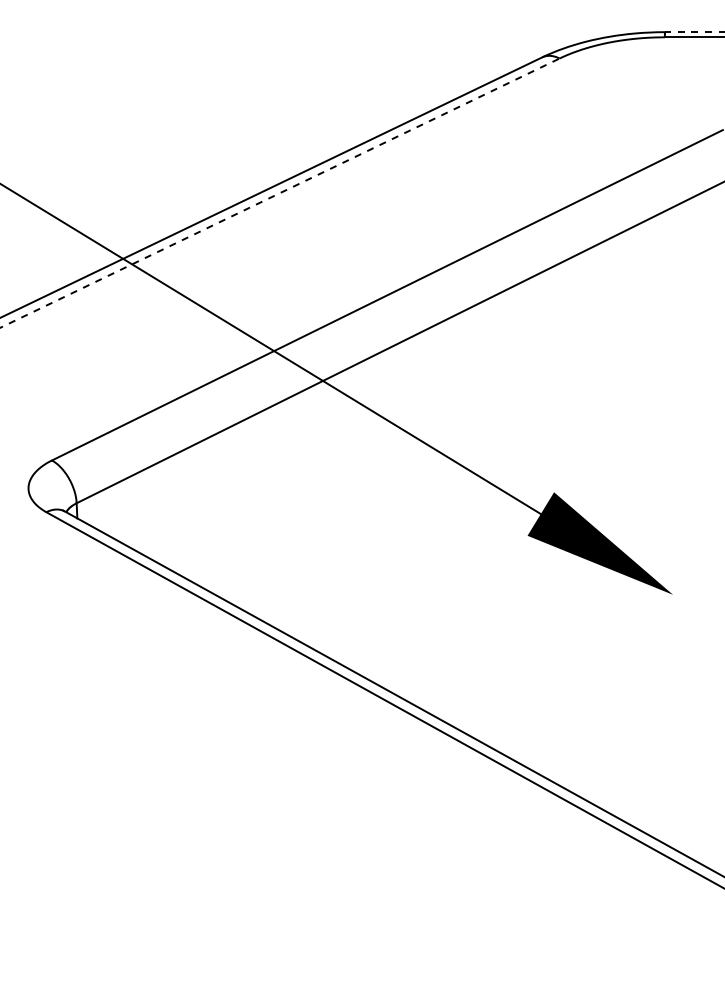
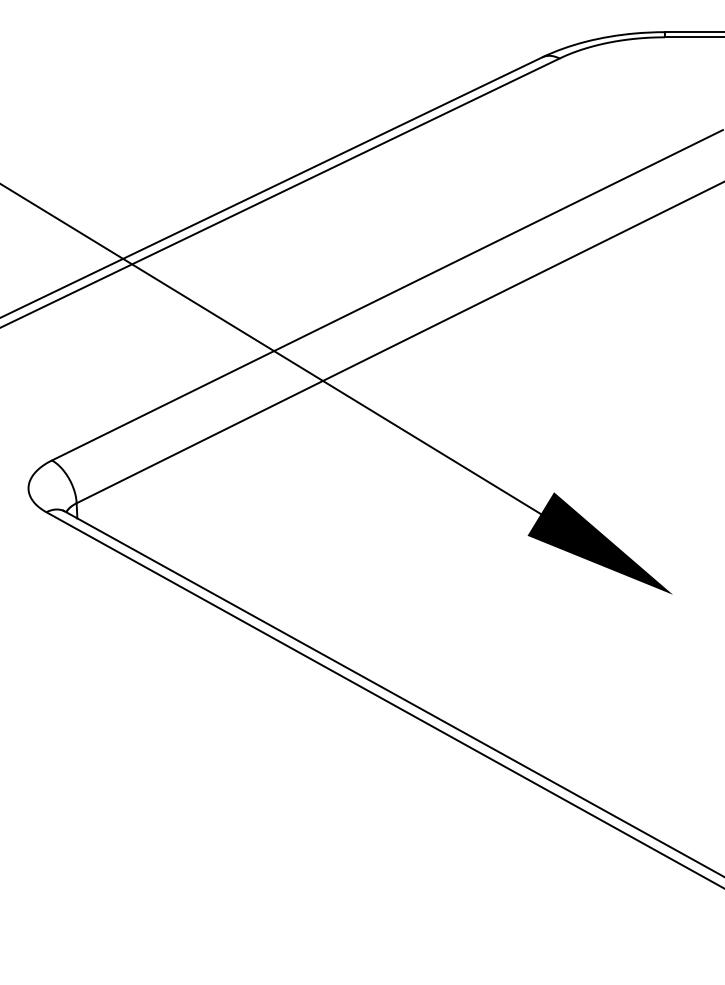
line at (694, 32): dashed -> solid
line at (280, 192): dashed -> solid
